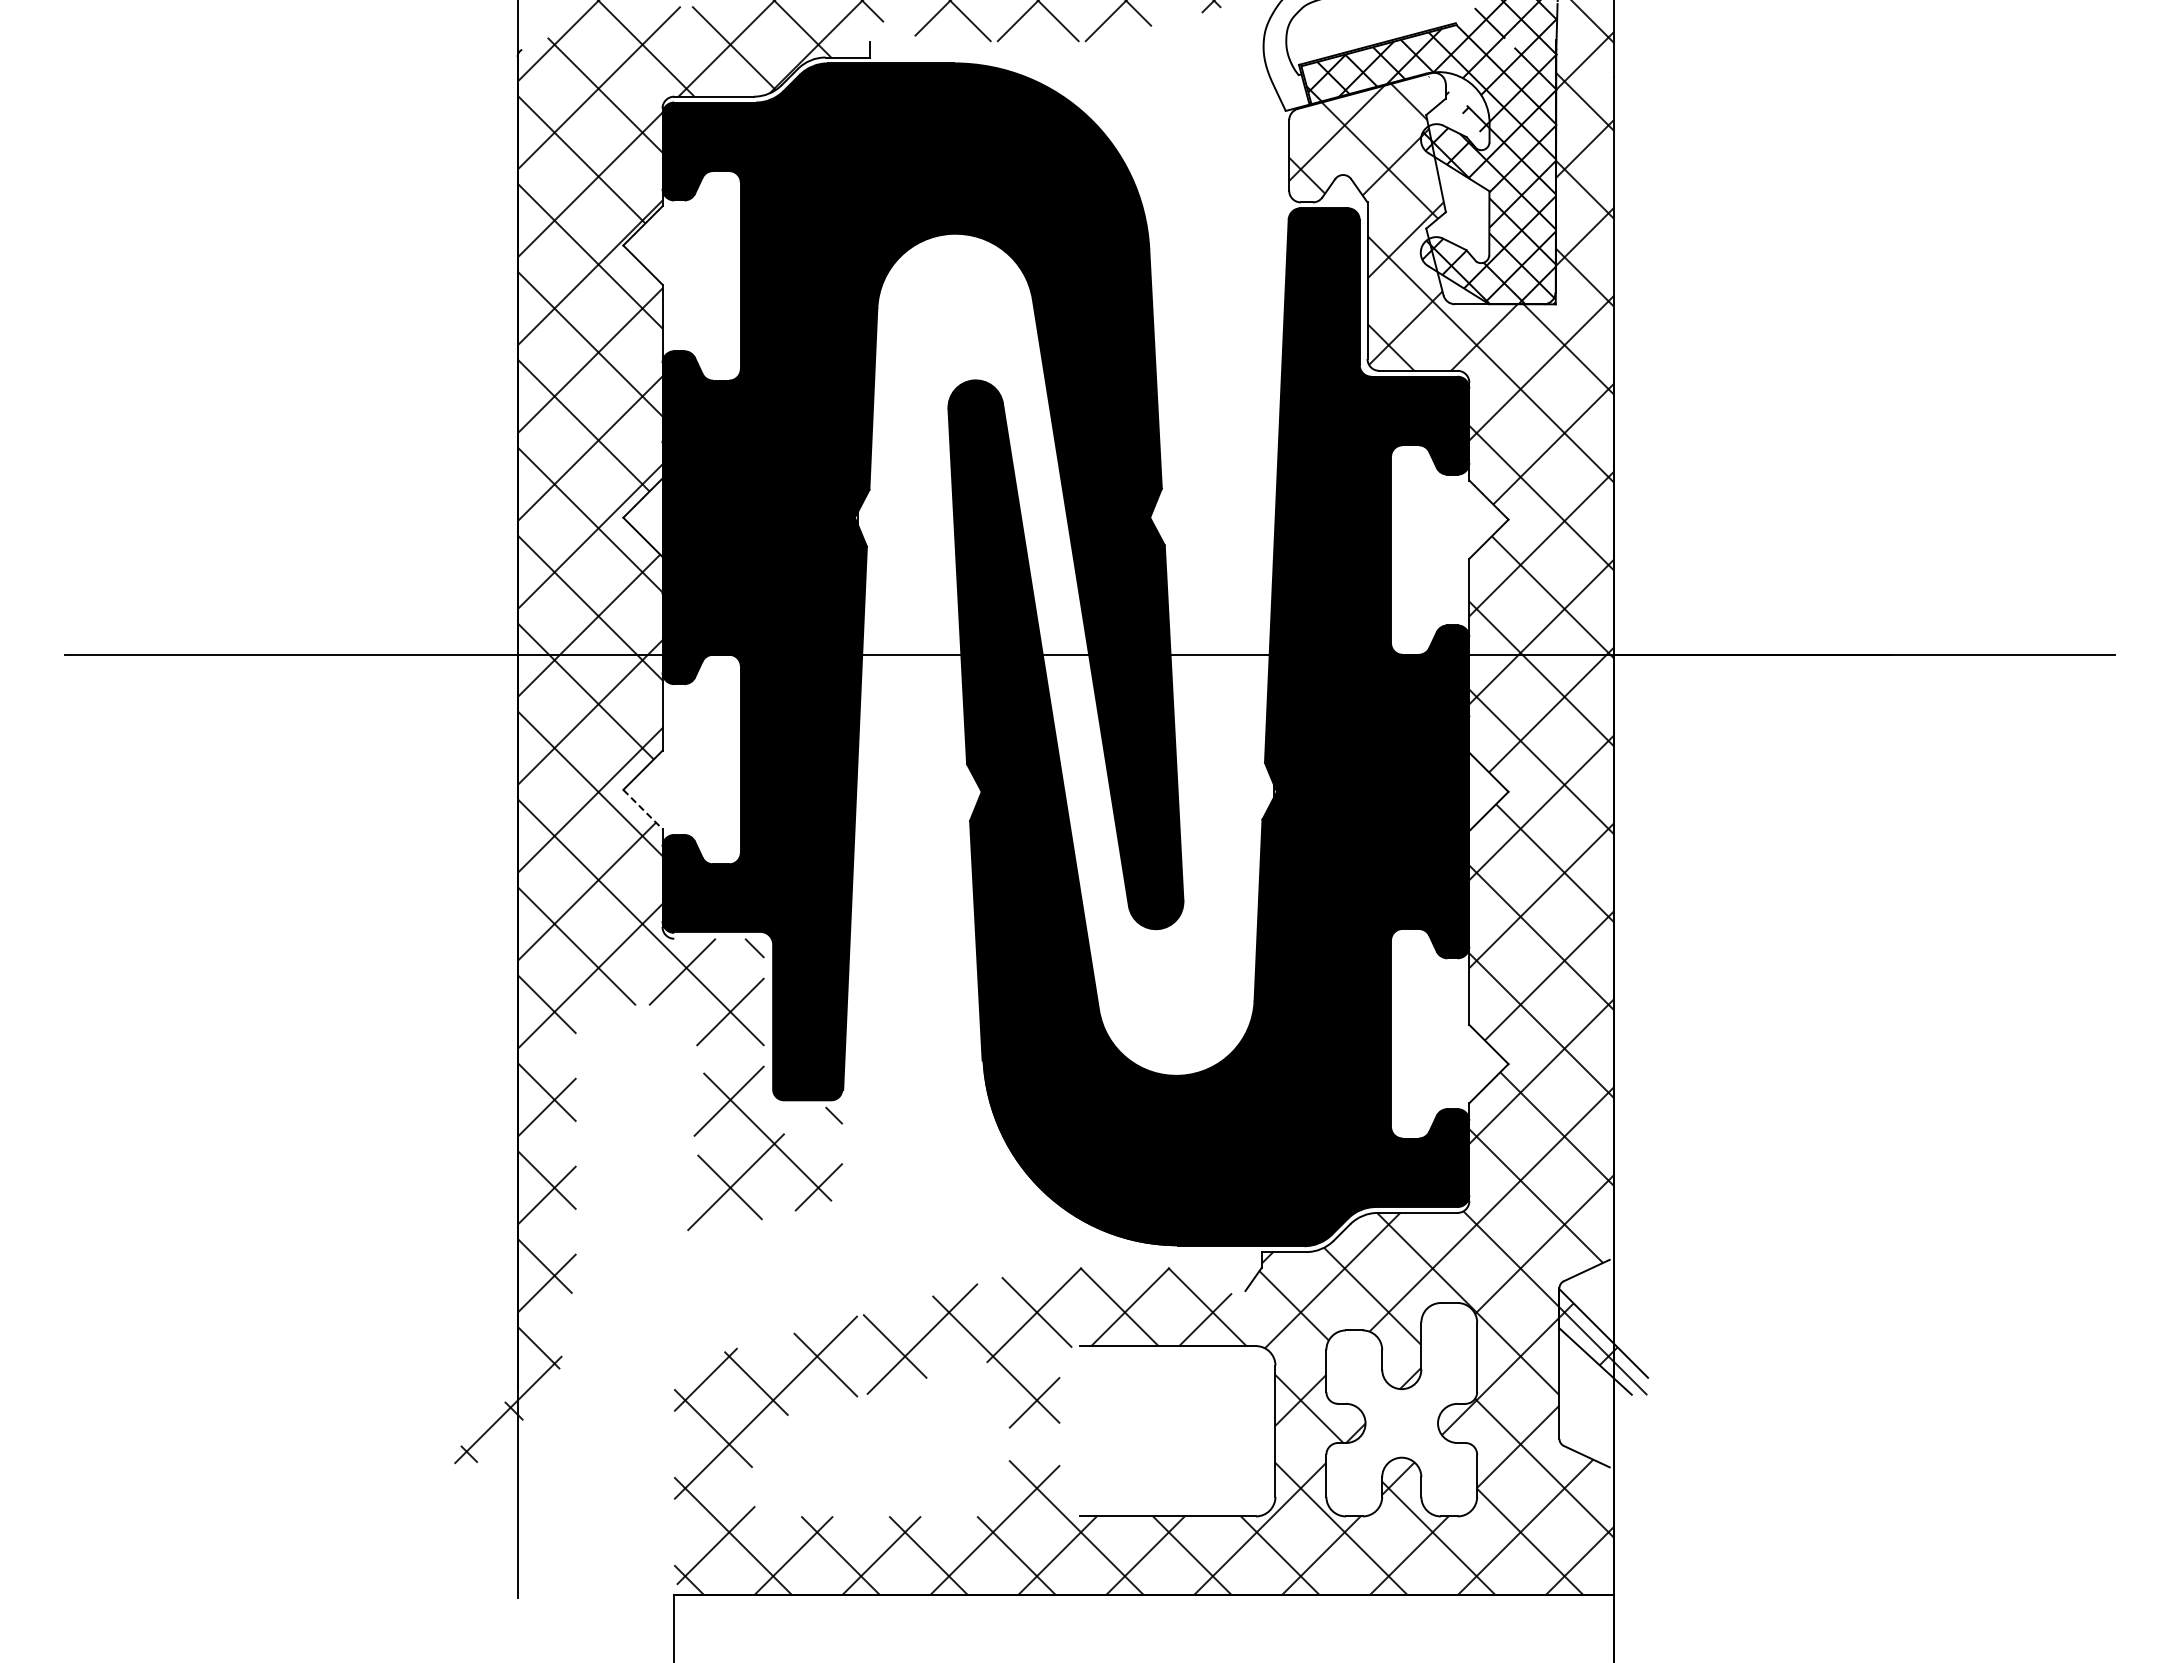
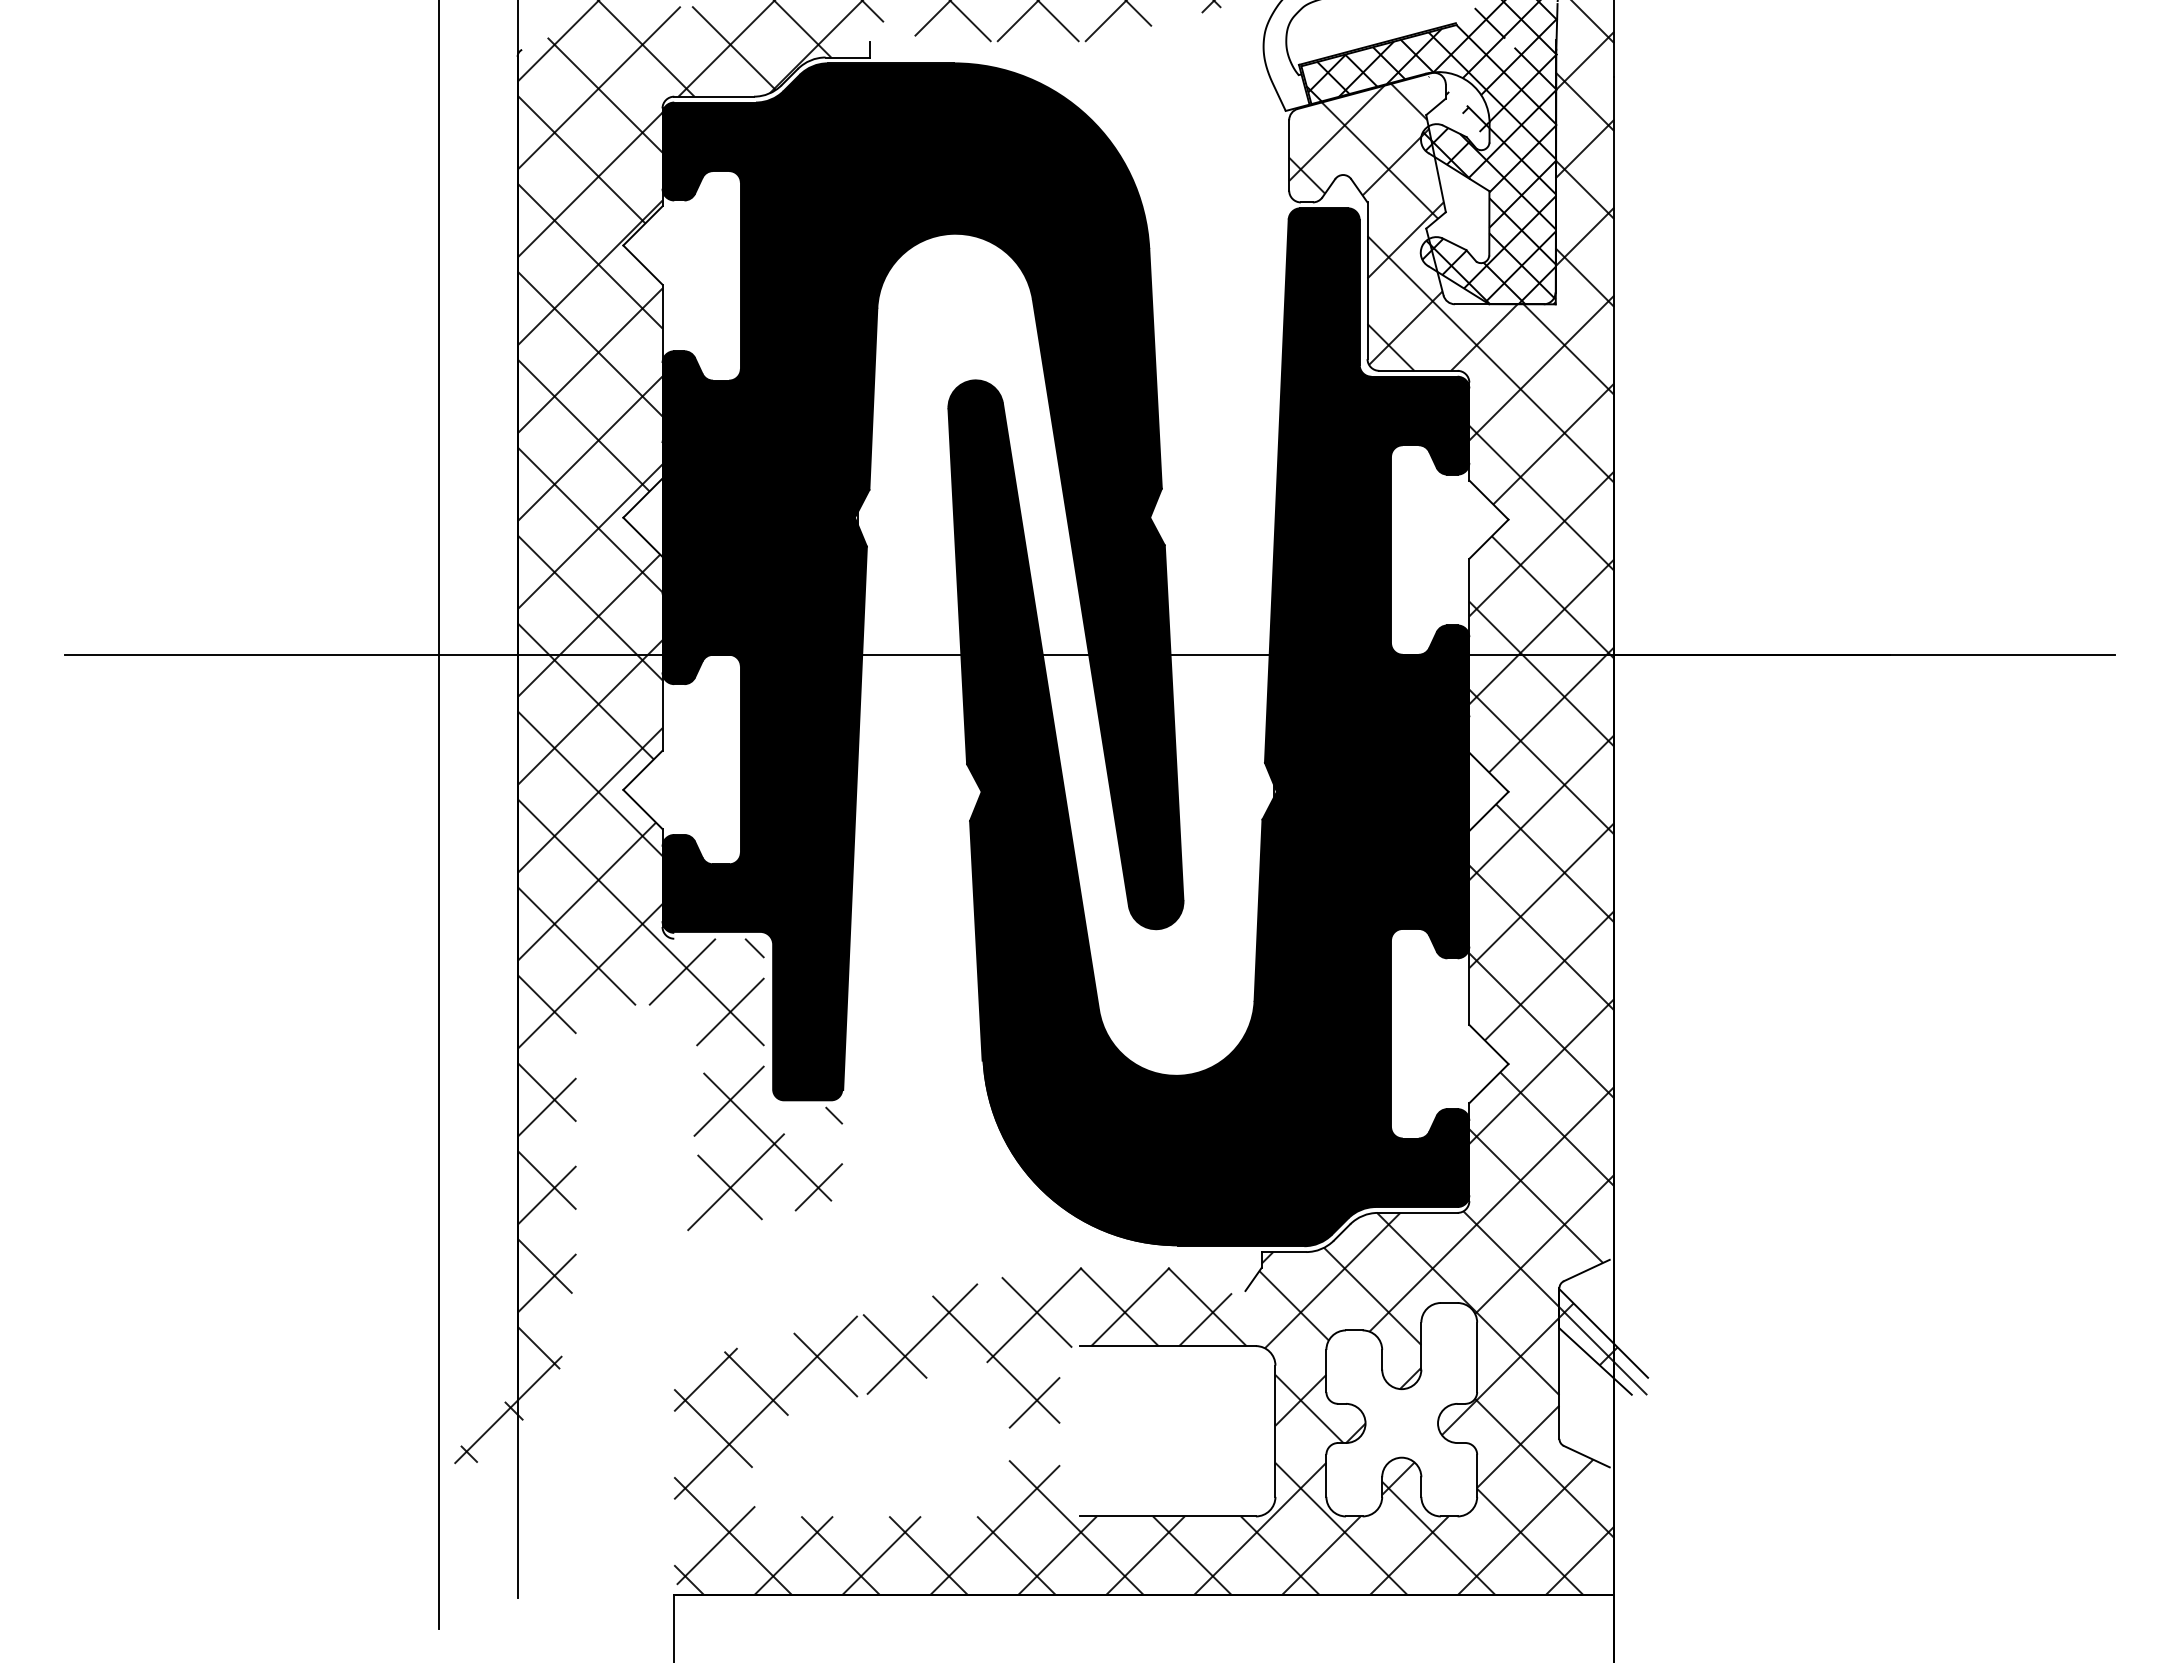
line at (642, 809): dashed -> solid
line at (439, 815): none -> present
